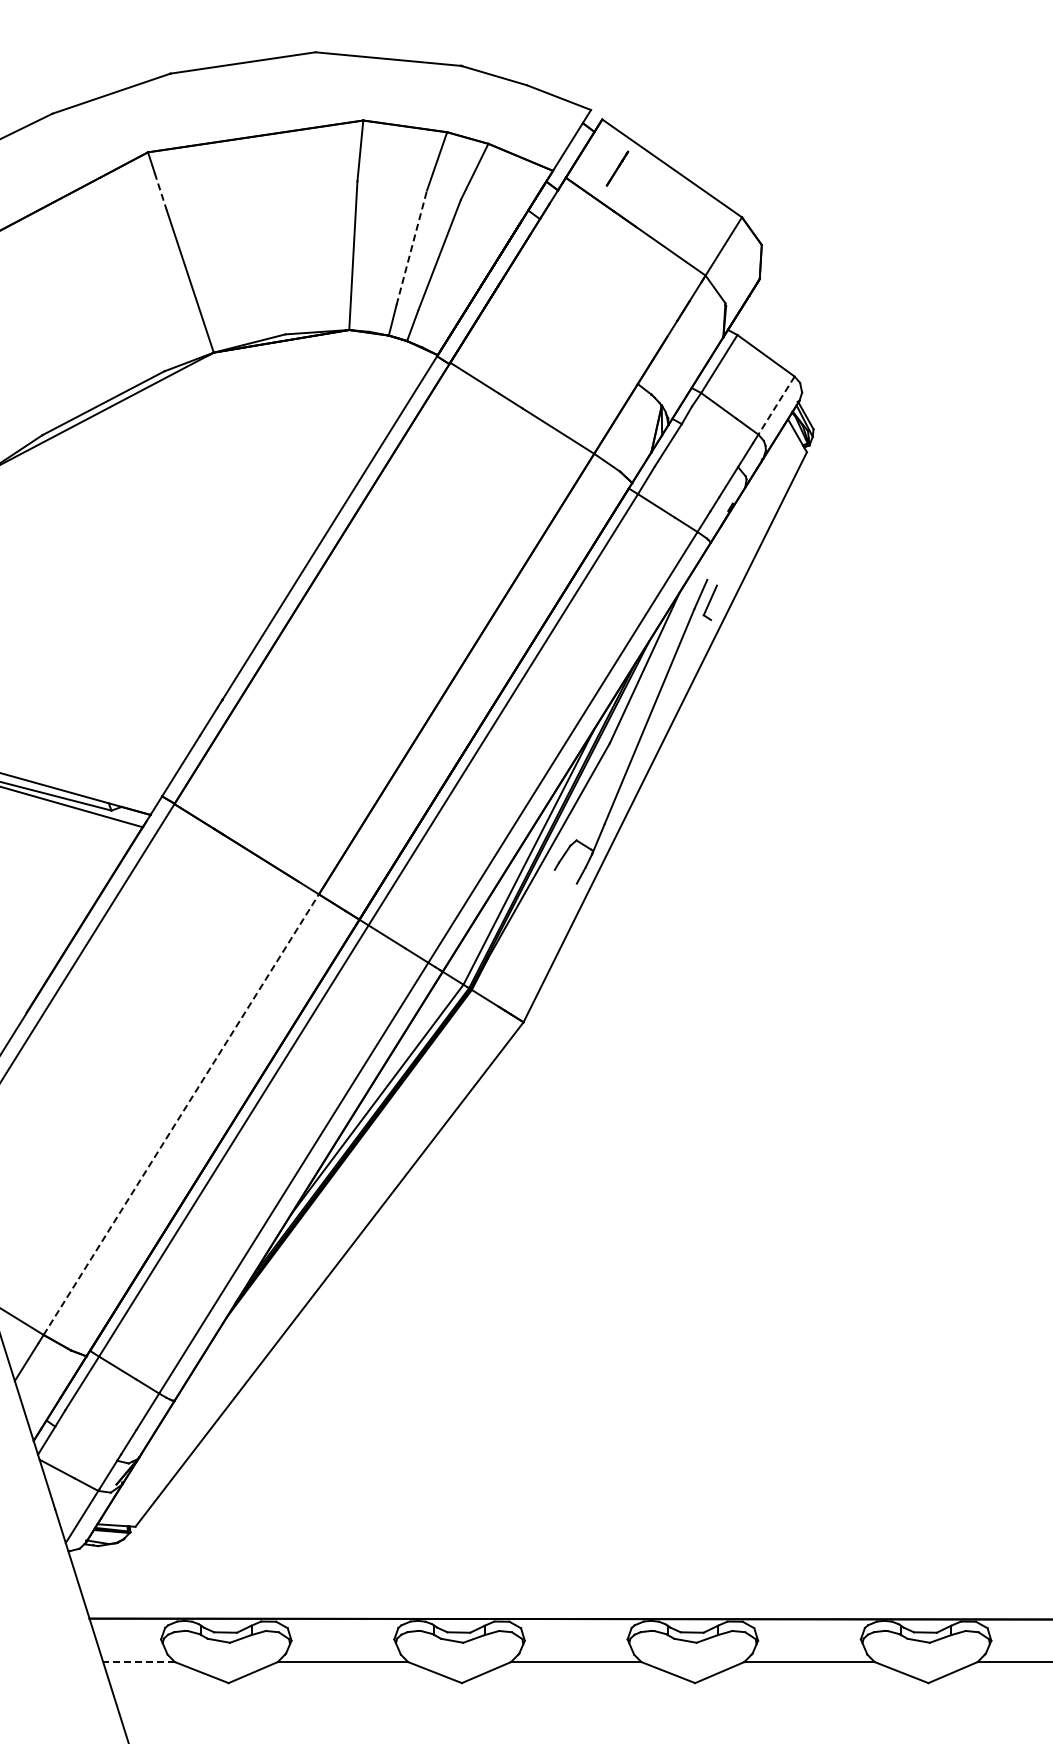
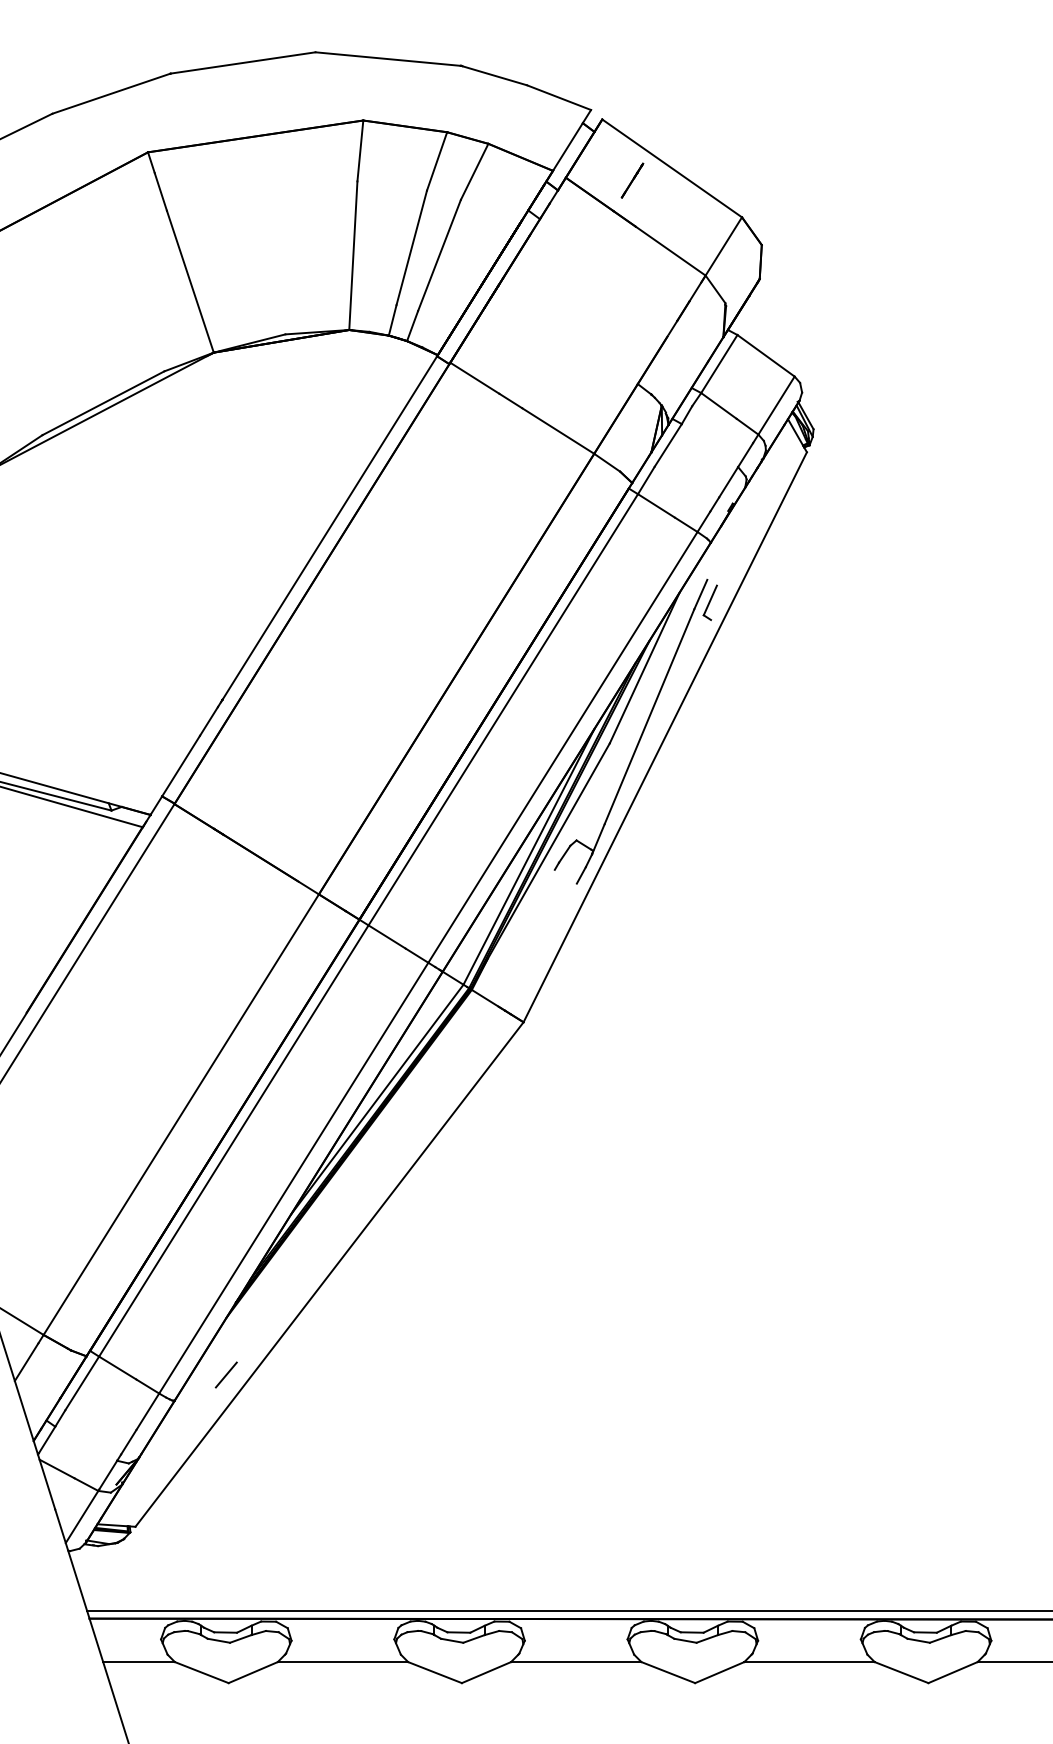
line at (617, 168) position: (617, 168) -> (632, 180)
line at (160, 191): dashed -> solid
line at (411, 247): dashed -> solid
line at (776, 406): dashed -> solid
line at (181, 1114): dashed -> solid
line at (225, 1374): none -> present
line at (568, 1611): none -> present
line at (139, 1662): dashed -> solid
